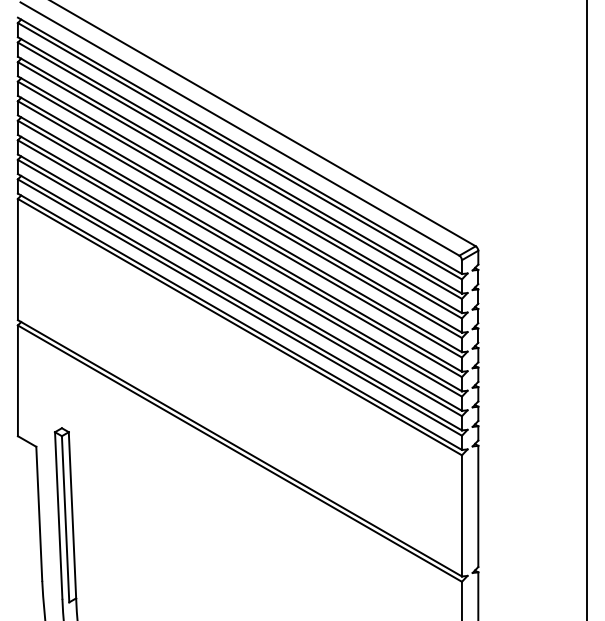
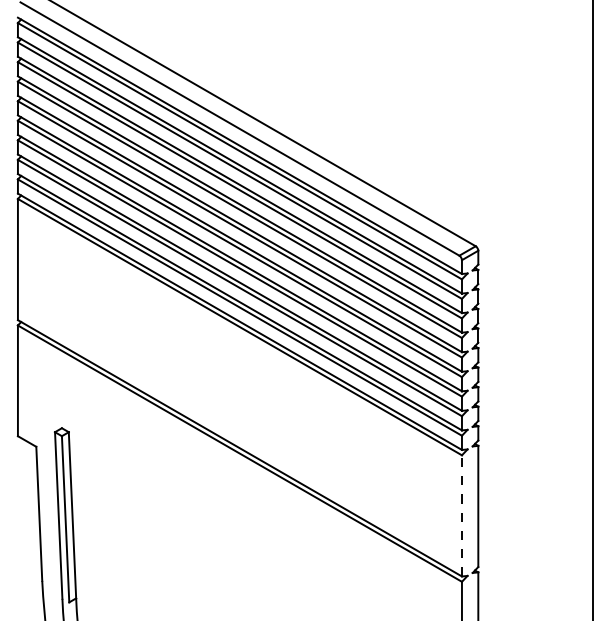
line at (587, 309) position: (587, 309) -> (593, 309)
line at (461, 515): solid -> dashed
